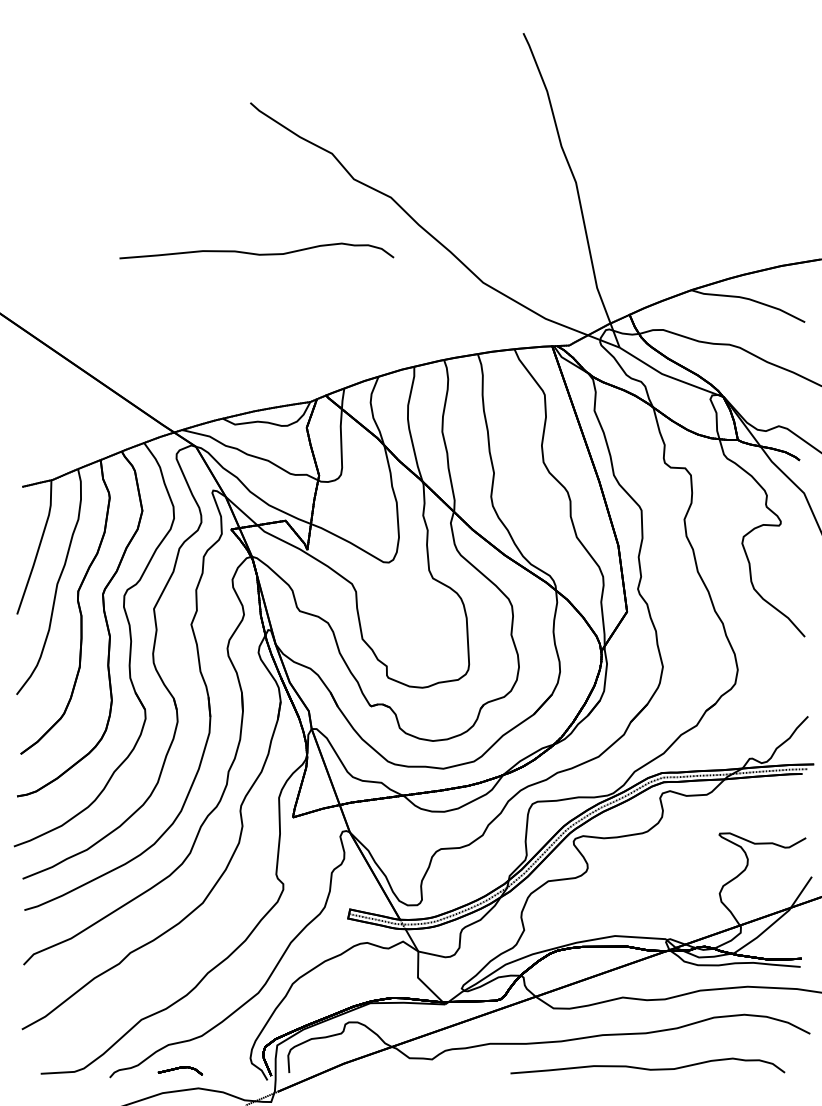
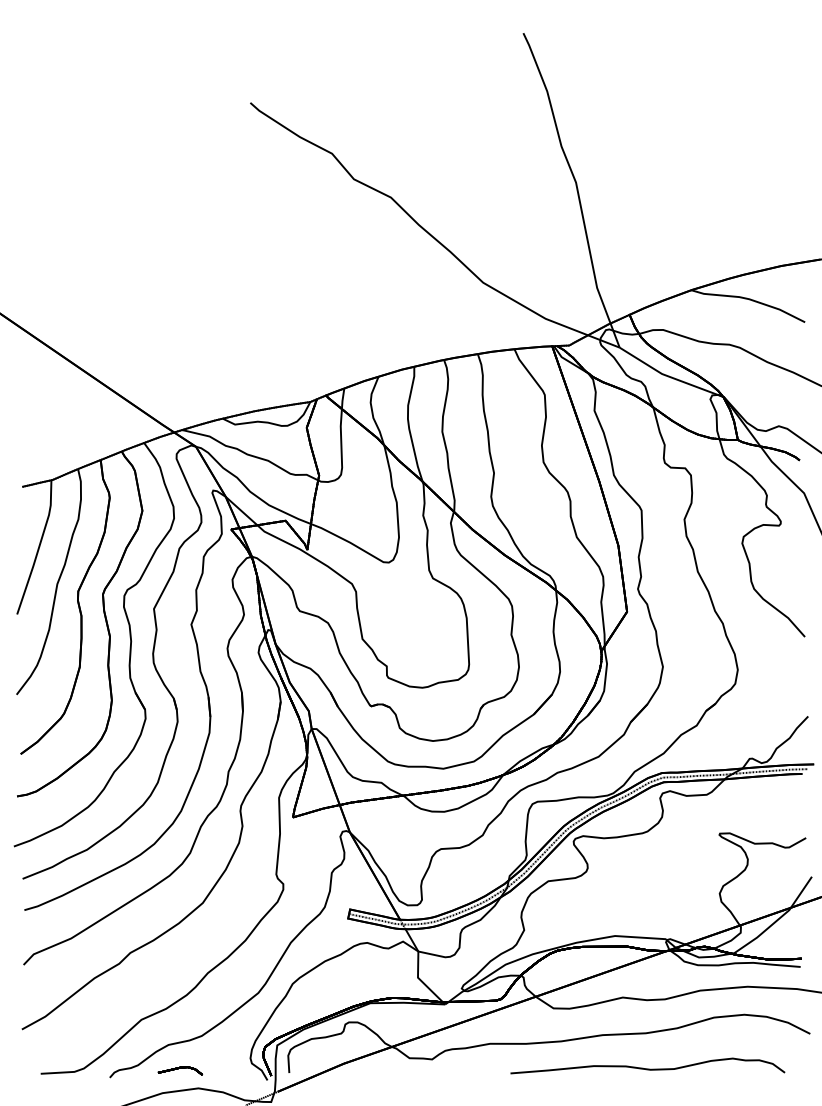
curve at (256, 253): present -> none
